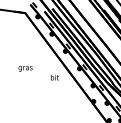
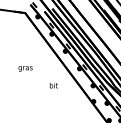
text at (54, 77) position: (54, 77) -> (53, 85)
